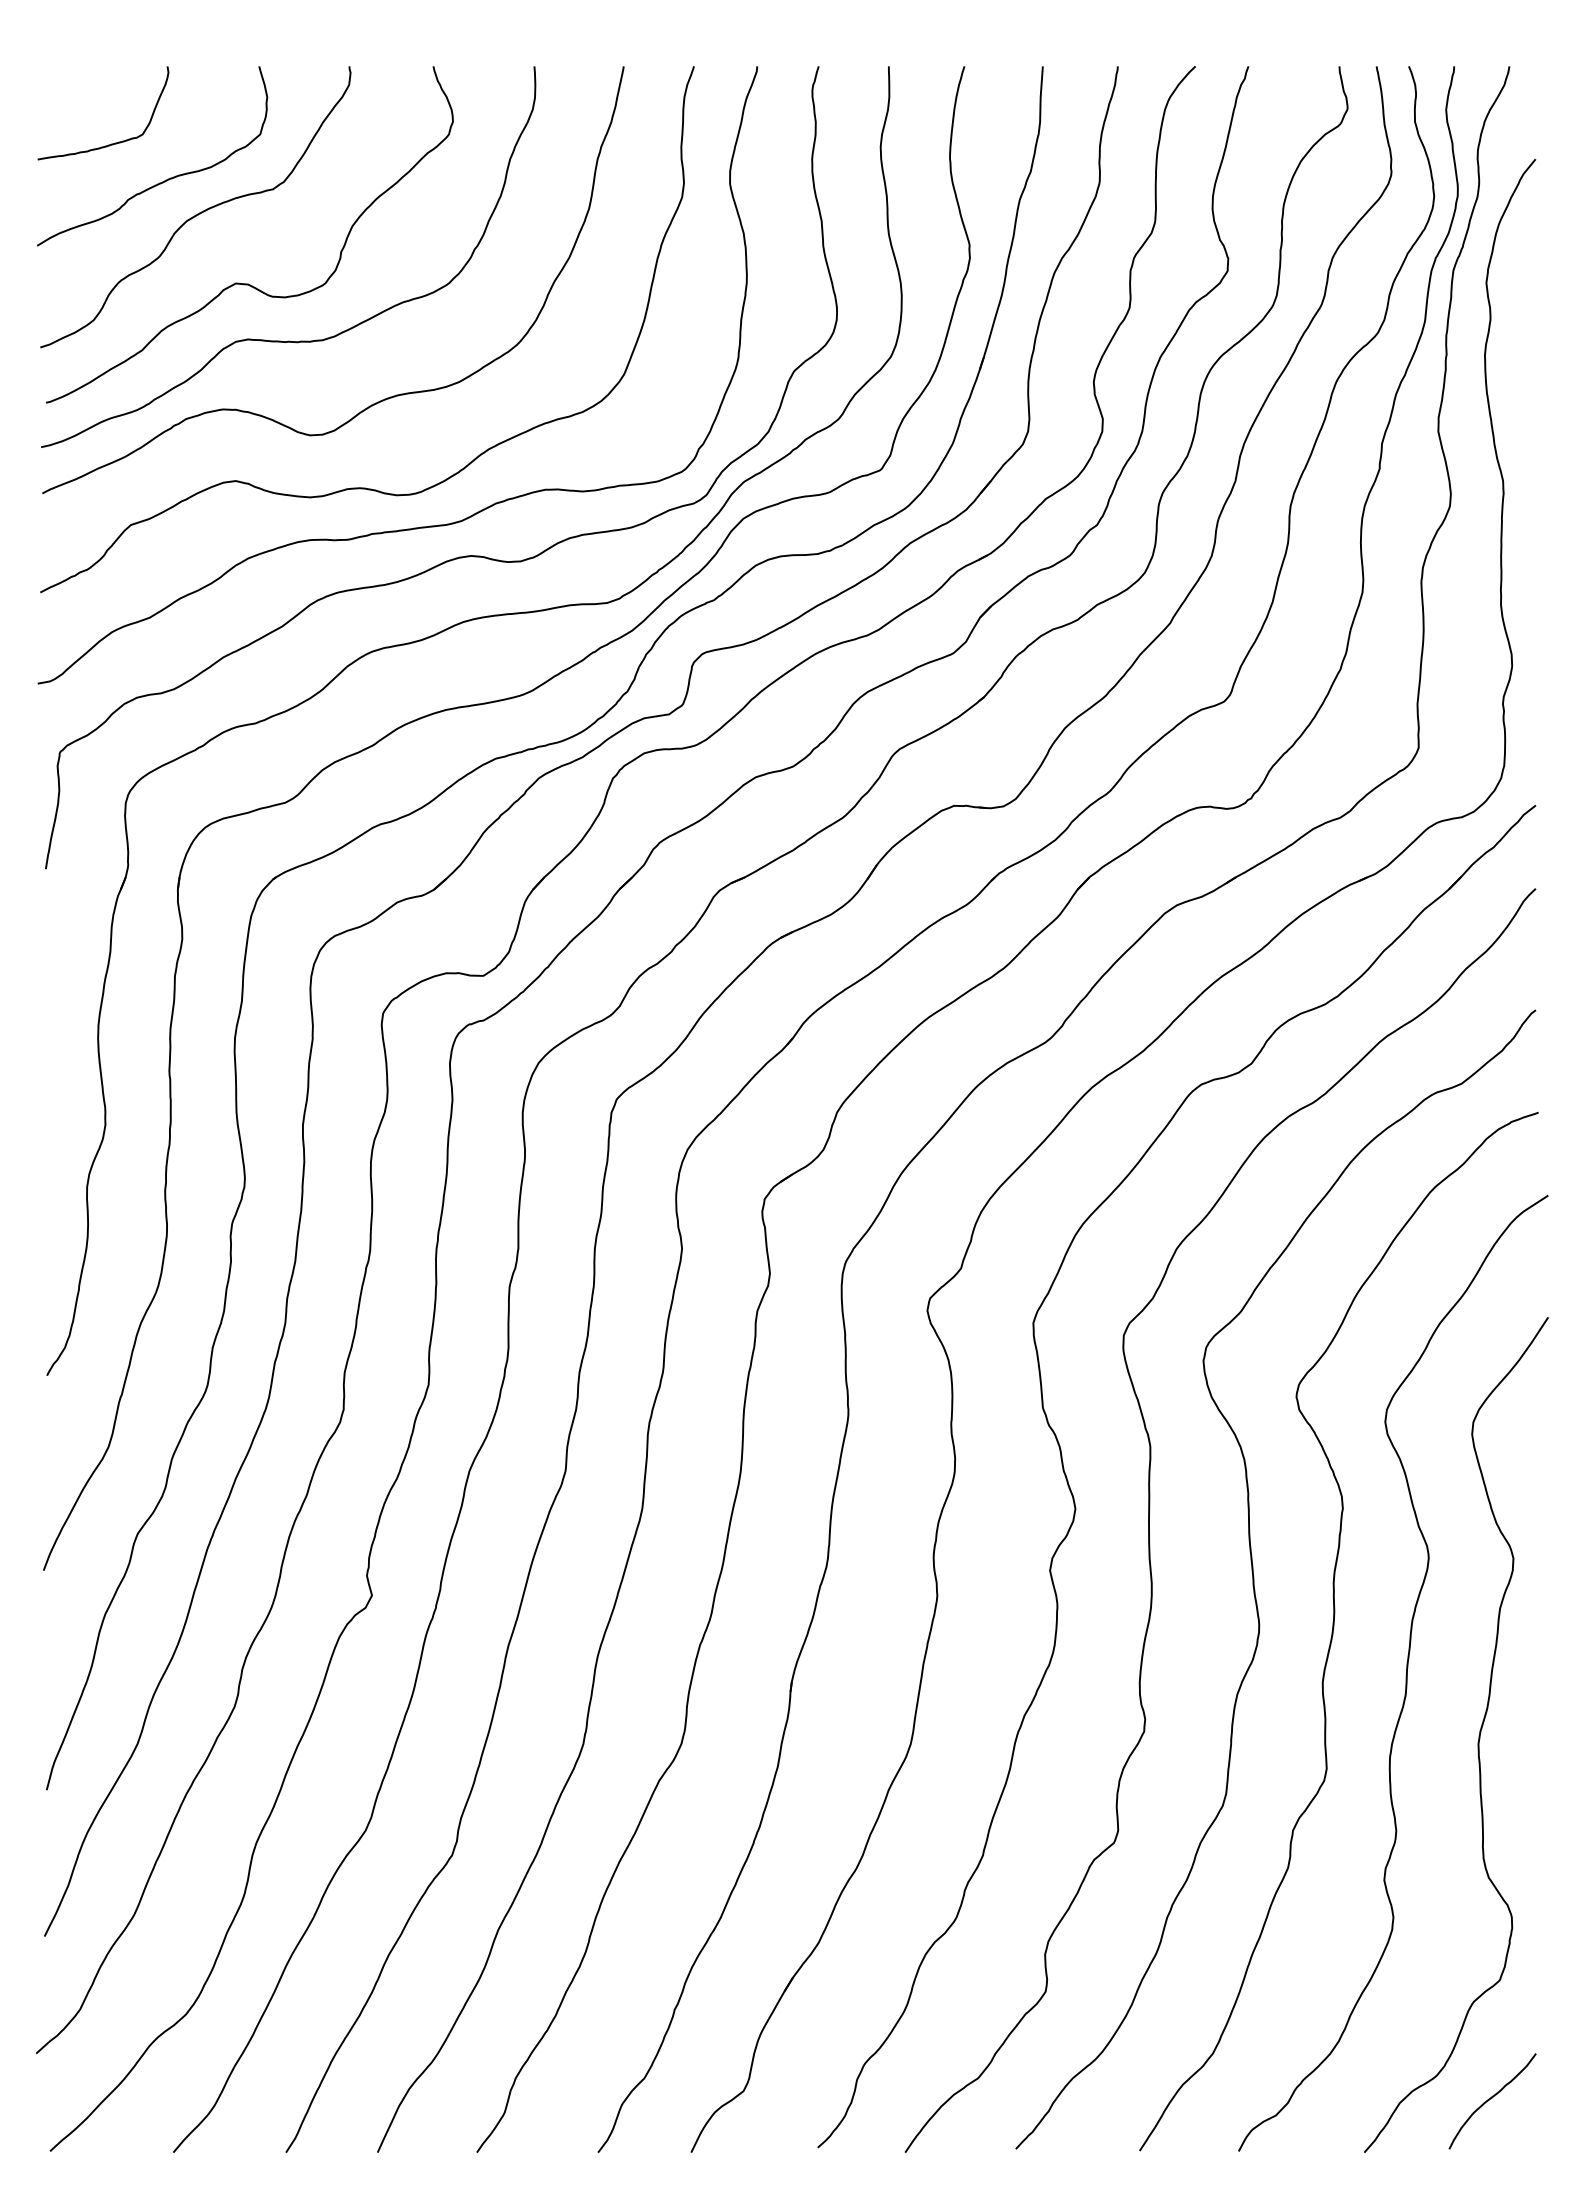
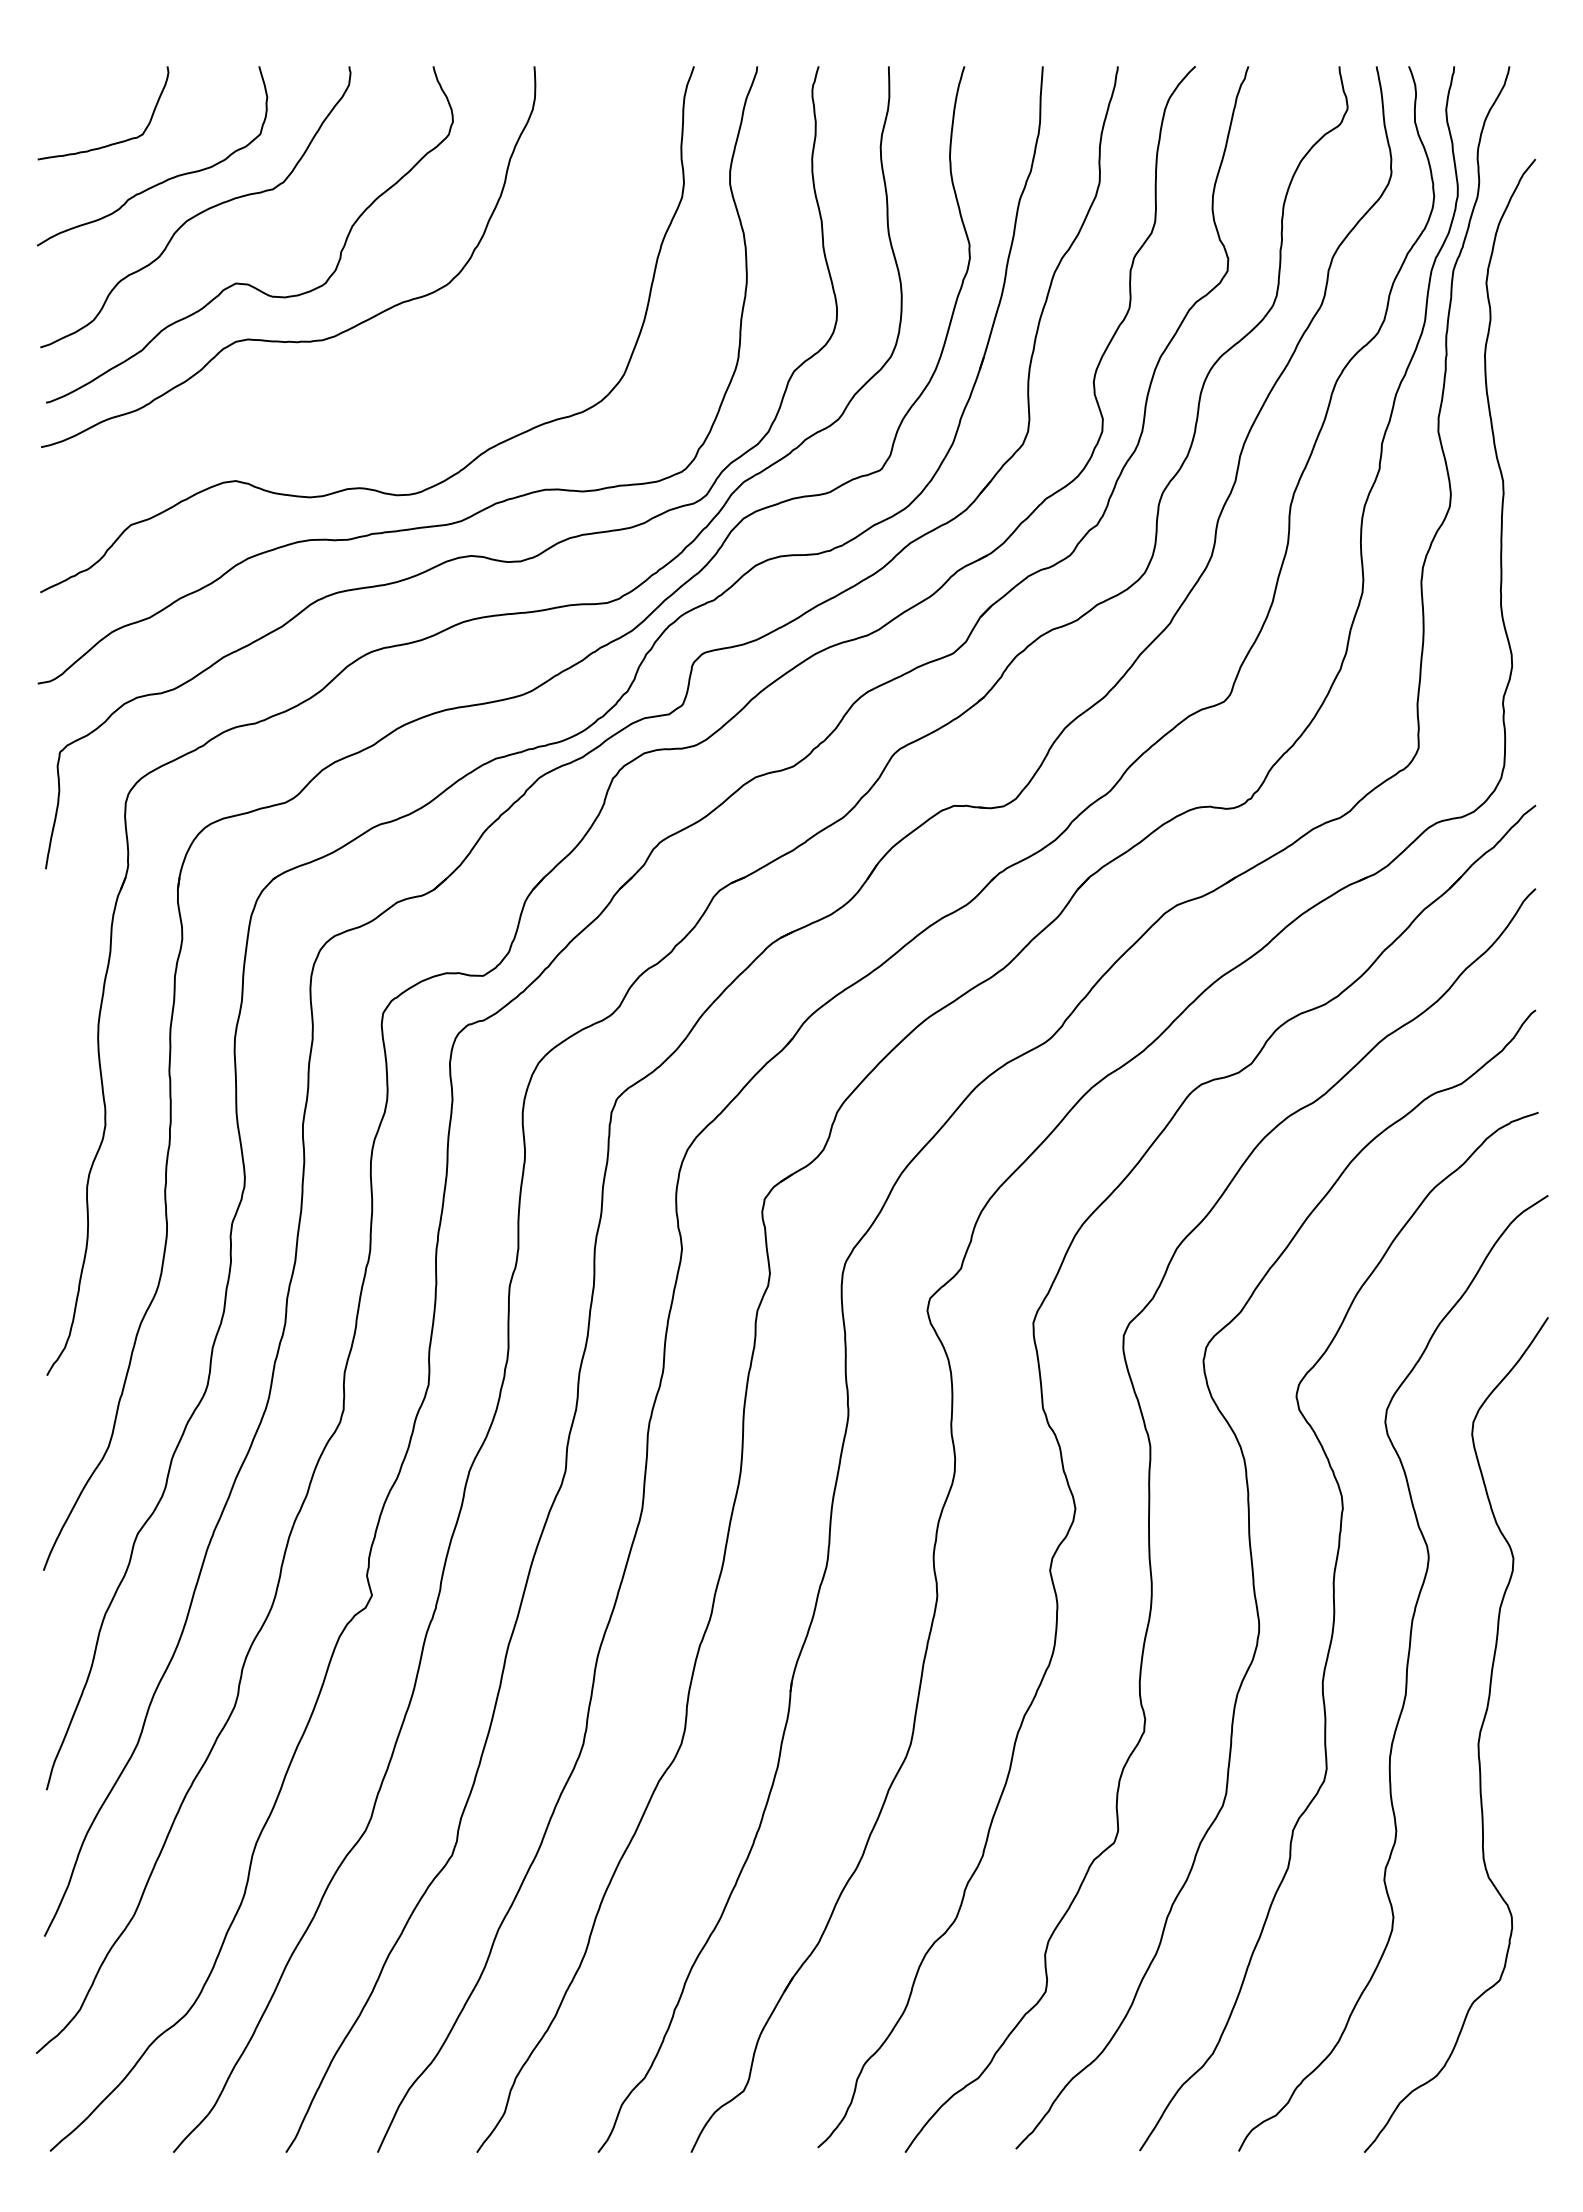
curve at (384, 398): present -> none
curve at (1490, 2099): present -> none
